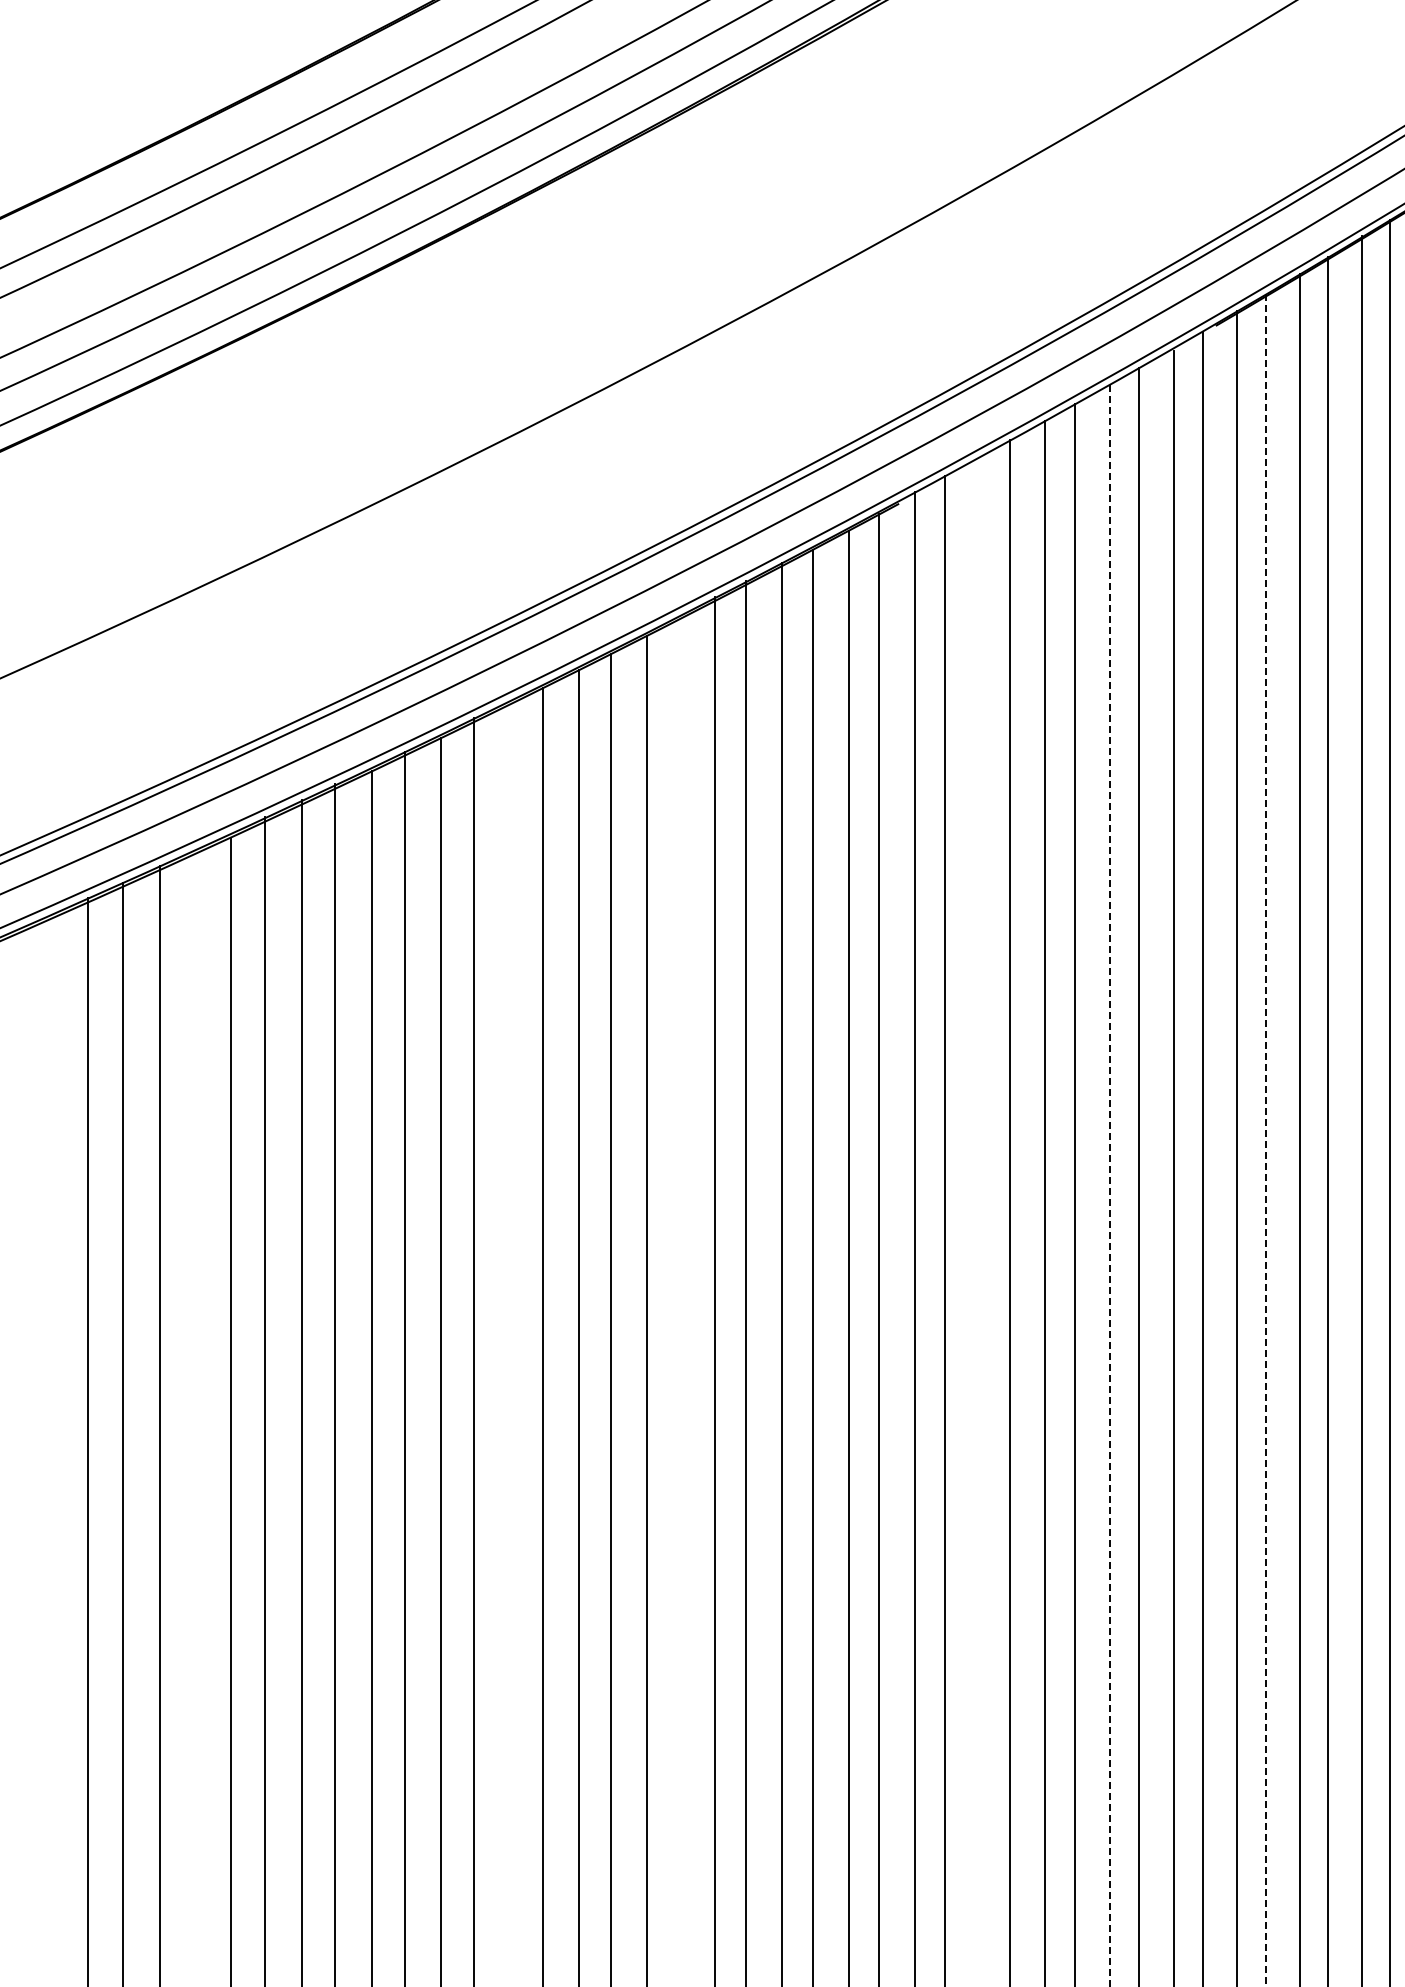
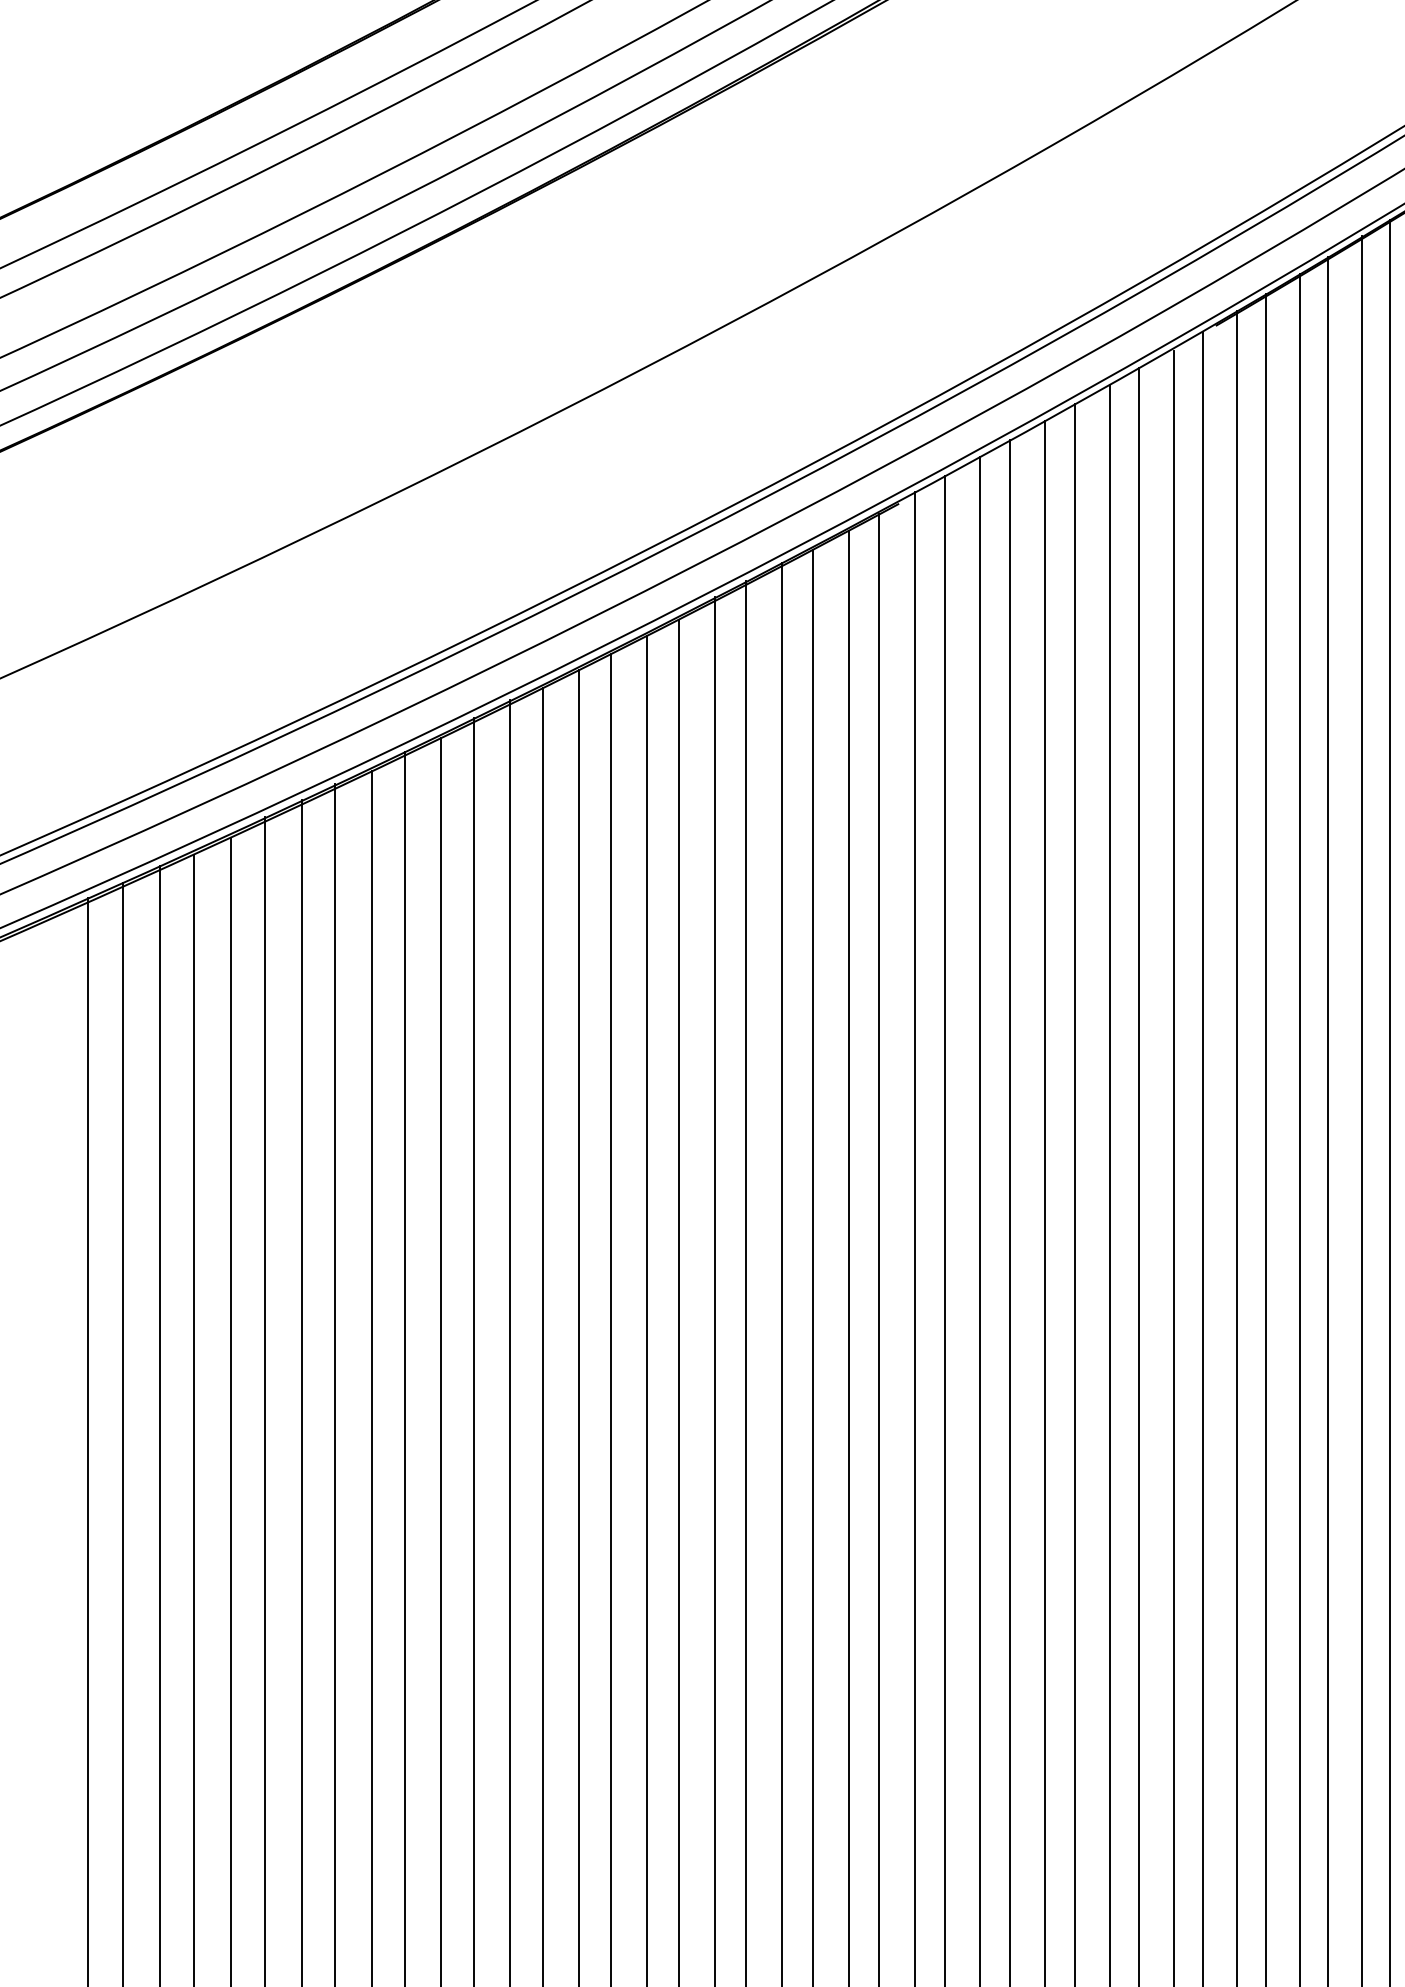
line at (1265, 1140): dashed -> solid
line at (1109, 1185): dashed -> solid
line at (980, 1220): none -> present
line at (679, 1301): none -> present
line at (510, 1341): none -> present
line at (194, 1418): none -> present
